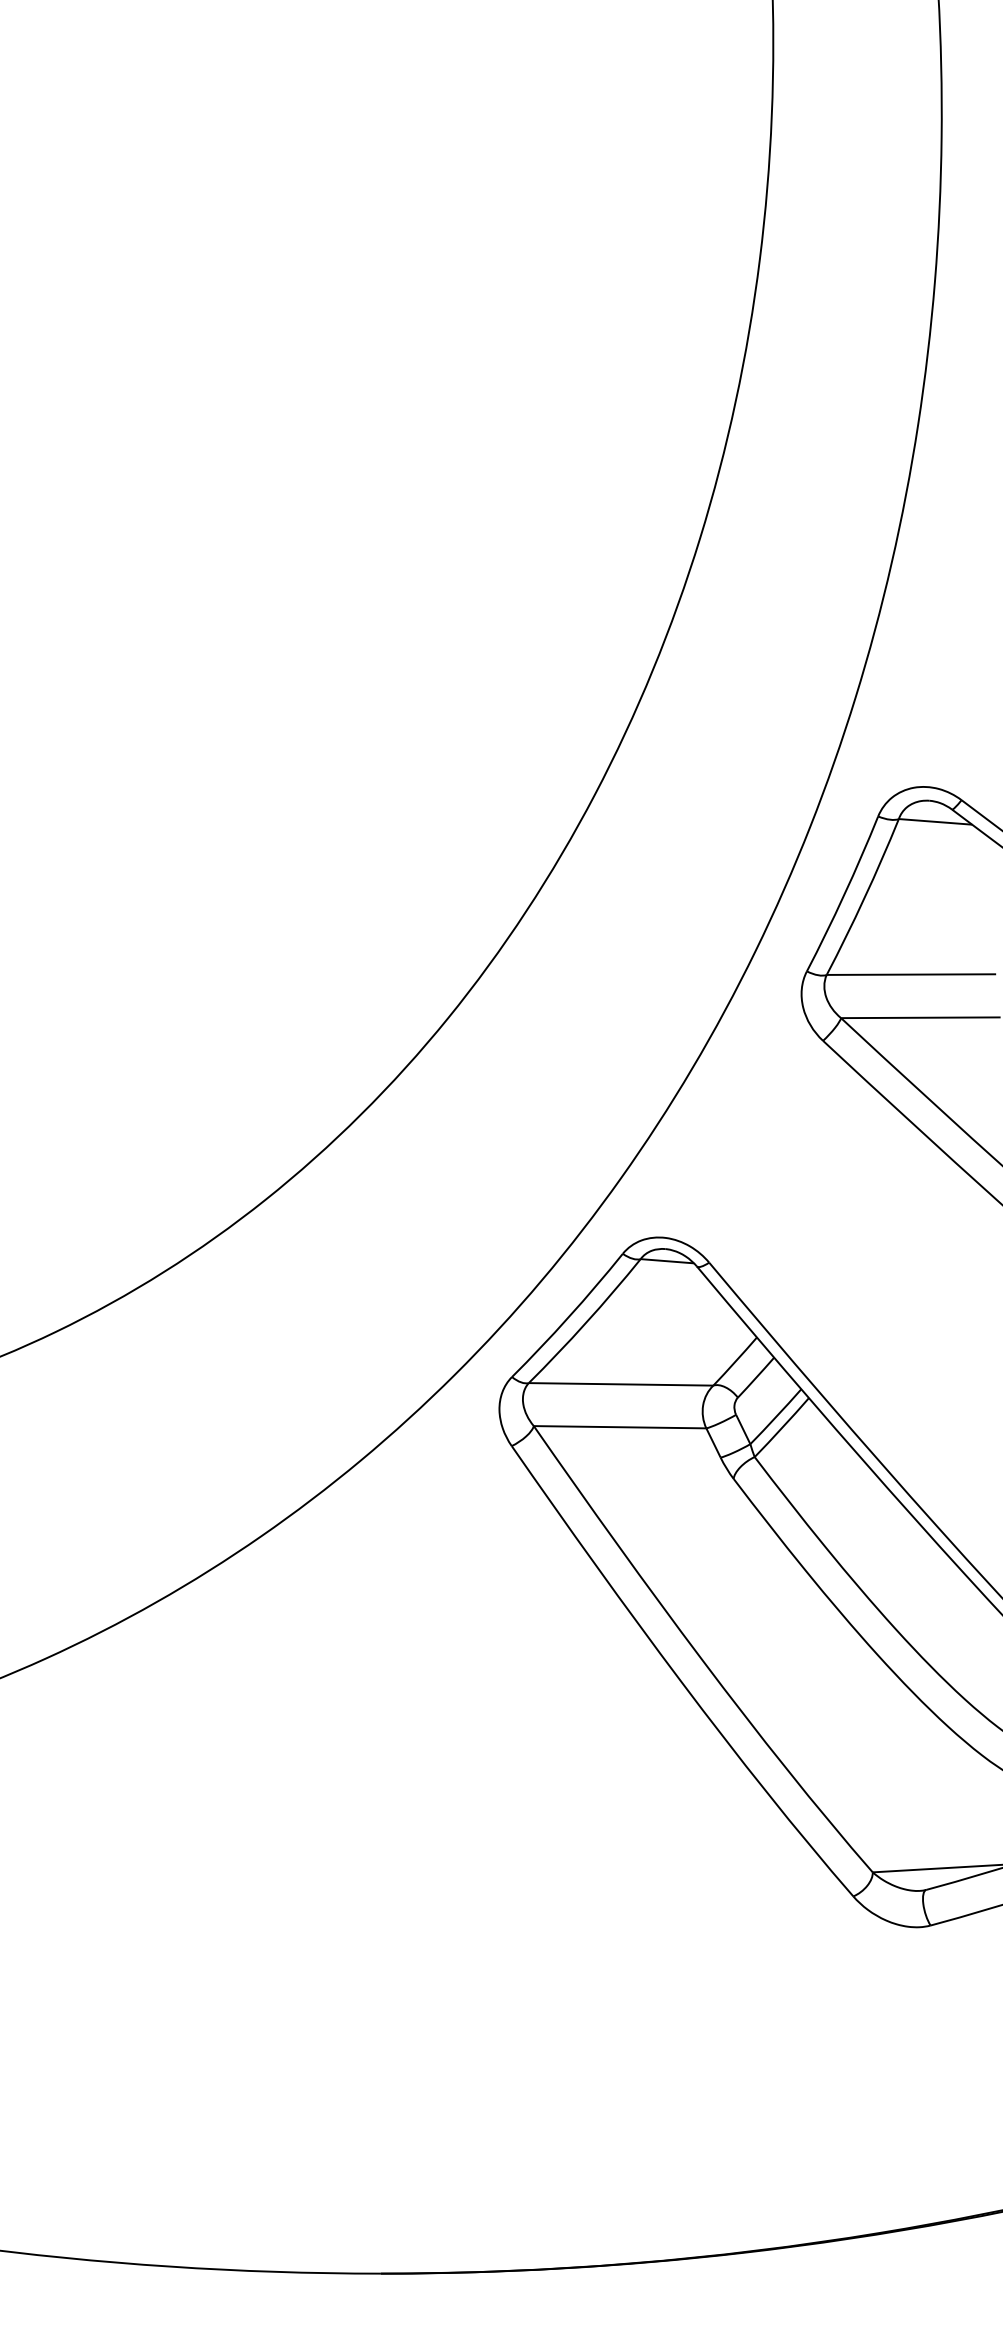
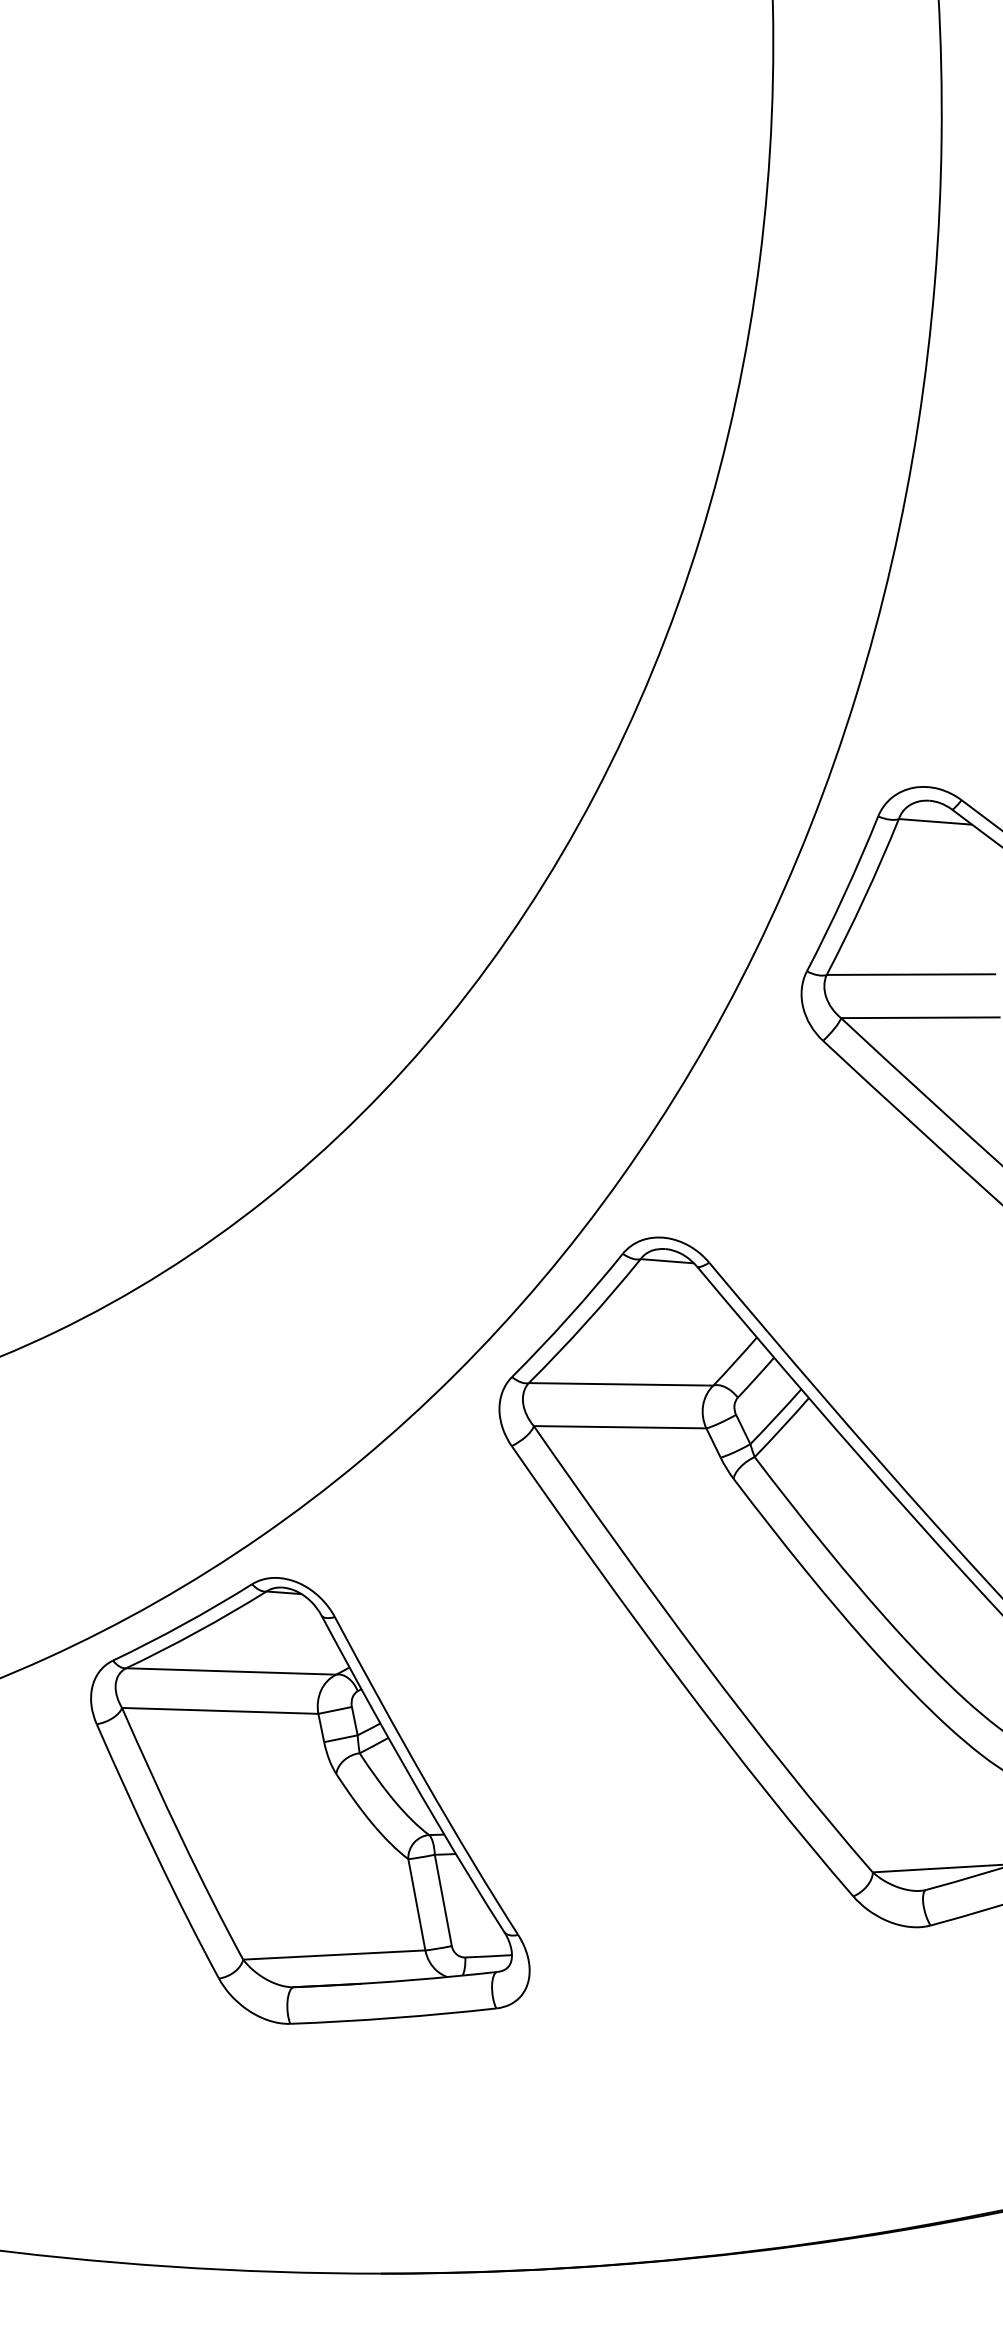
part at (310, 1800): none -> present
